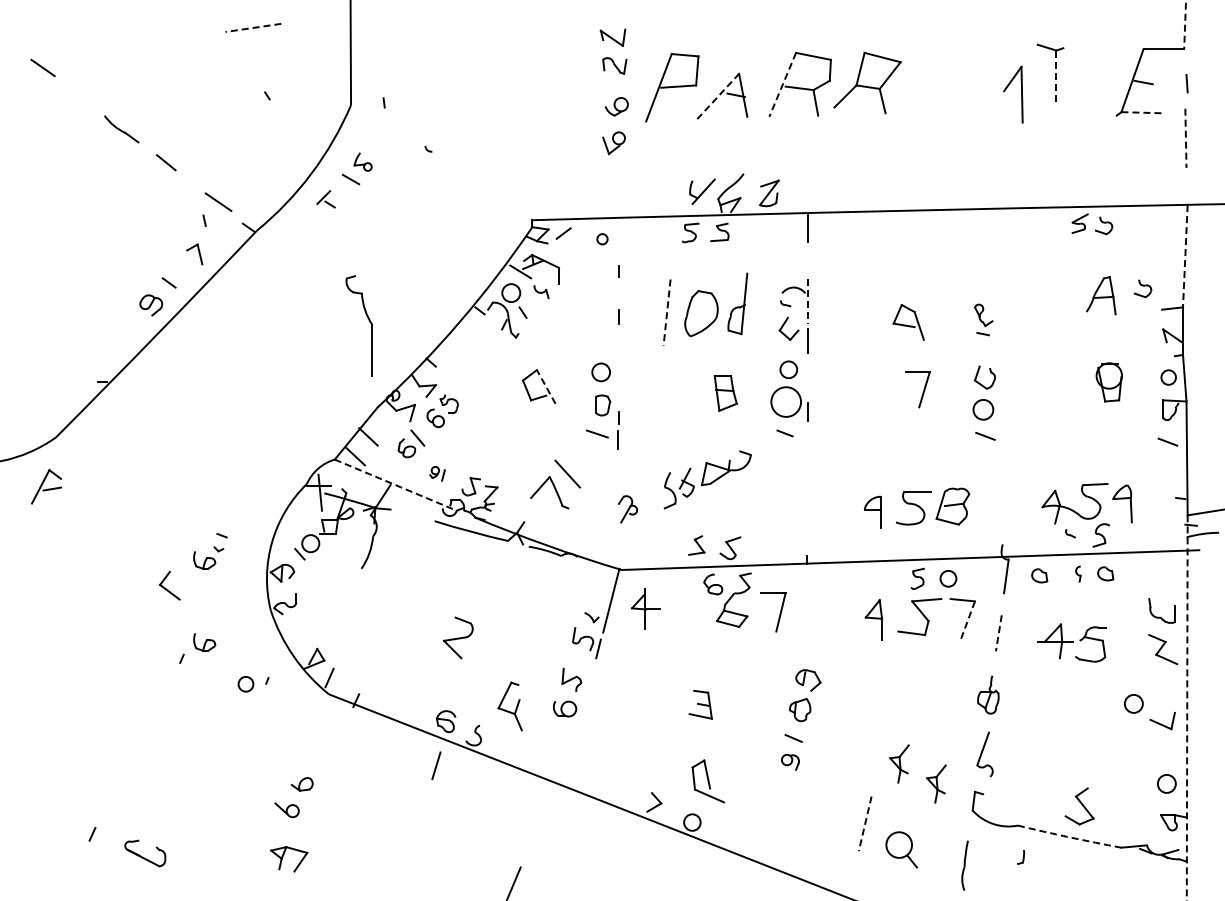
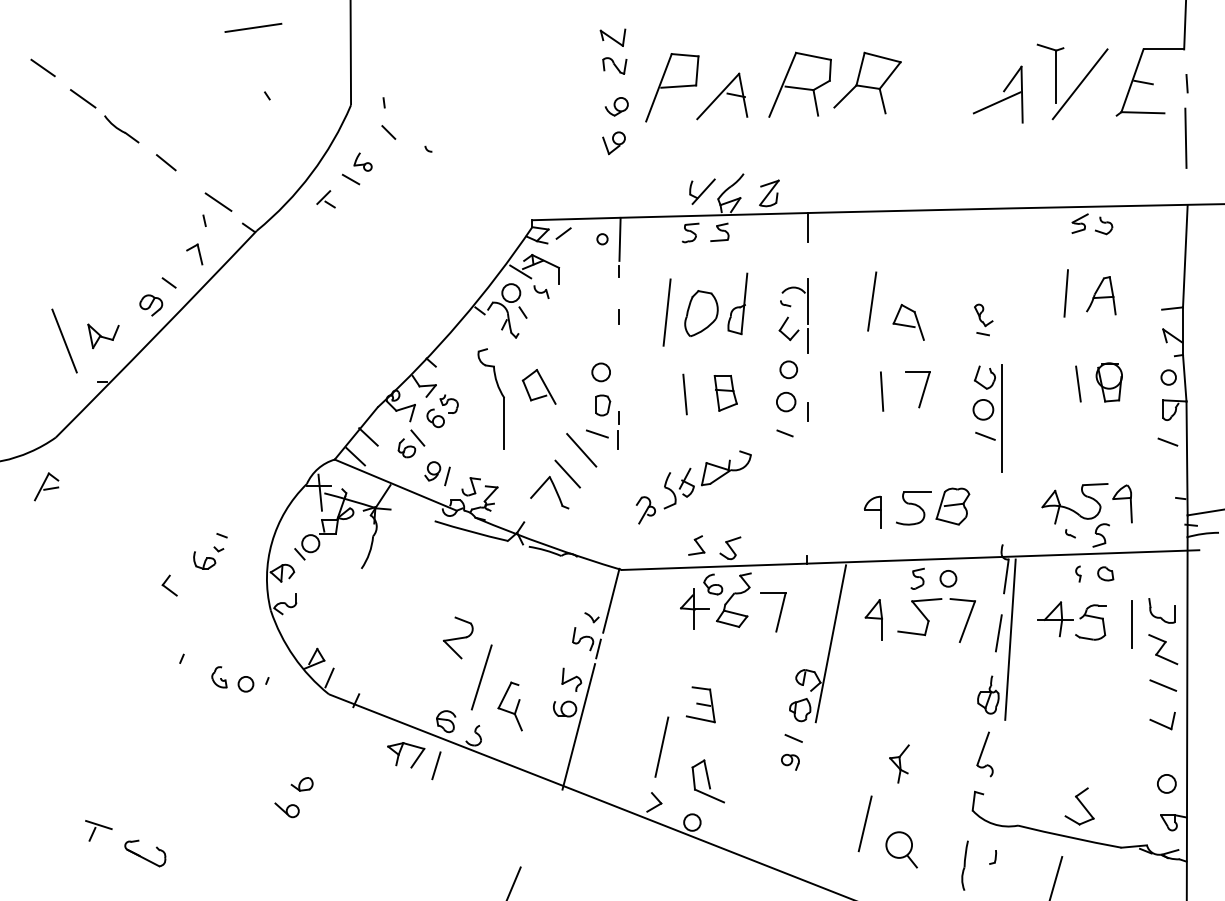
line at (1185, 25): dashed -> solid
line at (252, 27): dashed -> solid
line at (1056, 77): dashed -> solid
line at (782, 84): dashed -> solid
line at (1079, 84): none -> present
line at (718, 96): dashed -> solid
line at (83, 98): none -> present
line at (996, 102): none -> present
line at (1142, 112): dashed -> solid
line at (388, 132): none -> present
line at (1185, 138): dashed -> solid
line at (619, 238): none -> present
line at (1185, 256): dashed -> solid
part at (1143, 288): present -> none
line at (1065, 293): none -> present
line at (872, 301): none -> present
line at (807, 302): dashed -> solid
line at (667, 313): dashed -> solid
part at (368, 320) position: (368, 320) -> (500, 393)
part at (103, 336): none -> present
line at (64, 340): none -> present
line at (1078, 383): none -> present
line at (546, 386): dashed -> solid
line at (881, 391): none -> present
line at (684, 394): none -> present
circle at (786, 401) diameter: 30 px -> 19 px
line at (1001, 418): none -> present
line at (581, 450): none -> present
part at (437, 473) size: 17x16 px -> 27x26 px
line at (396, 485): dashed -> solid
part at (46, 486) size: 32x36 px -> 26x30 px
part at (627, 509) position: (627, 509) -> (645, 510)
part at (1039, 575): present -> none
part at (169, 585) size: 22x31 px -> 17x23 px
part at (645, 608) position: (645, 608) -> (694, 608)
line at (967, 621): dashed -> solid
line at (1131, 624): none -> present
line at (998, 633): dashed -> solid
line at (1010, 639): none -> present
part at (204, 642): present -> none
part at (1071, 642) position: (1071, 642) -> (1071, 620)
line at (830, 643): none -> present
part at (219, 677): none -> present
line at (481, 677): none -> present
line at (1163, 685): none -> present
circle at (1133, 703): present -> none
part at (700, 704) size: 25x30 px -> 31x38 px
line at (1187, 708): dashed -> solid
line at (578, 726): none -> present
line at (661, 746): none -> present
part at (936, 783): present -> none
line at (98, 824): none -> present
line at (865, 824): dashed -> solid
arc at (1069, 837): dashed -> solid
part at (283, 857) position: (283, 857) -> (400, 753)
part at (1021, 857) position: (1021, 857) -> (993, 857)
line at (1056, 876): none -> present
